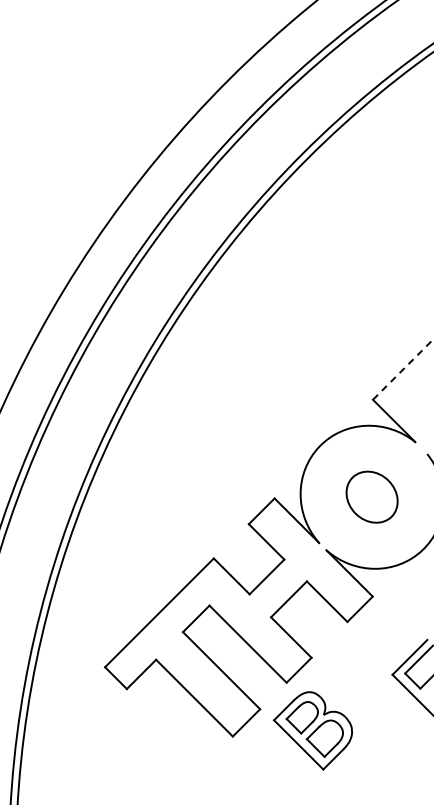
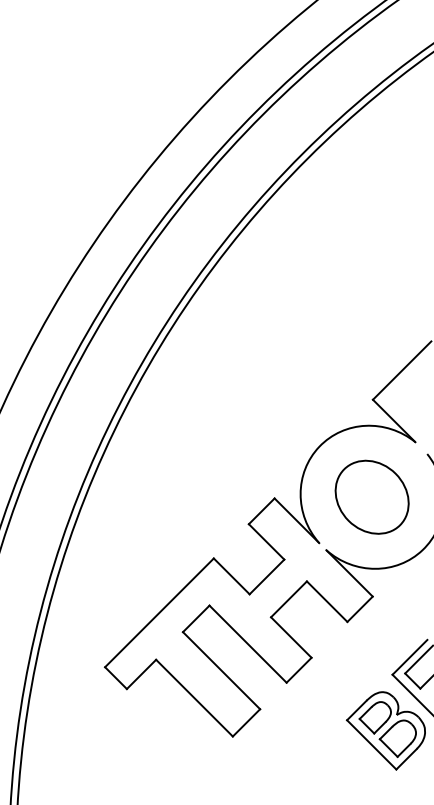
line at (402, 370): dashed -> solid
part at (371, 496) size: 54x54 px -> 76x76 px
part at (312, 730) position: (312, 730) -> (385, 730)
